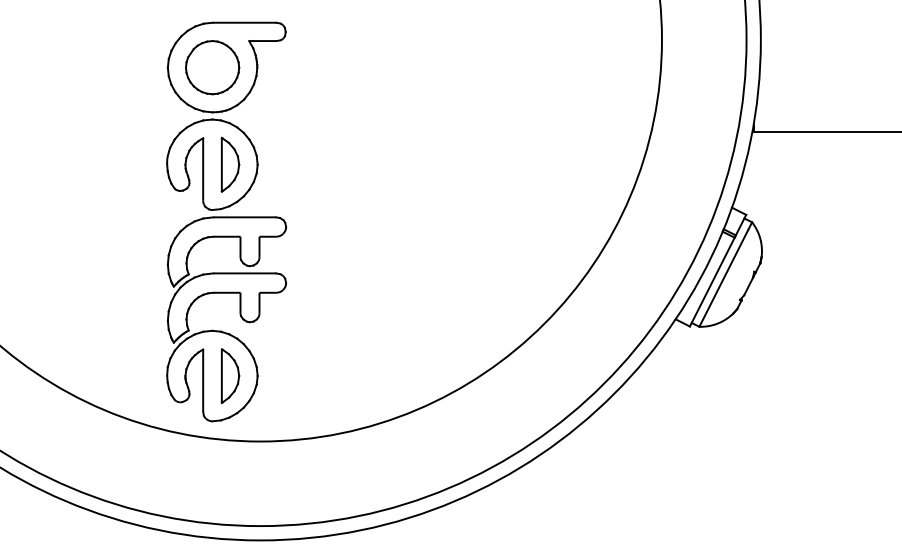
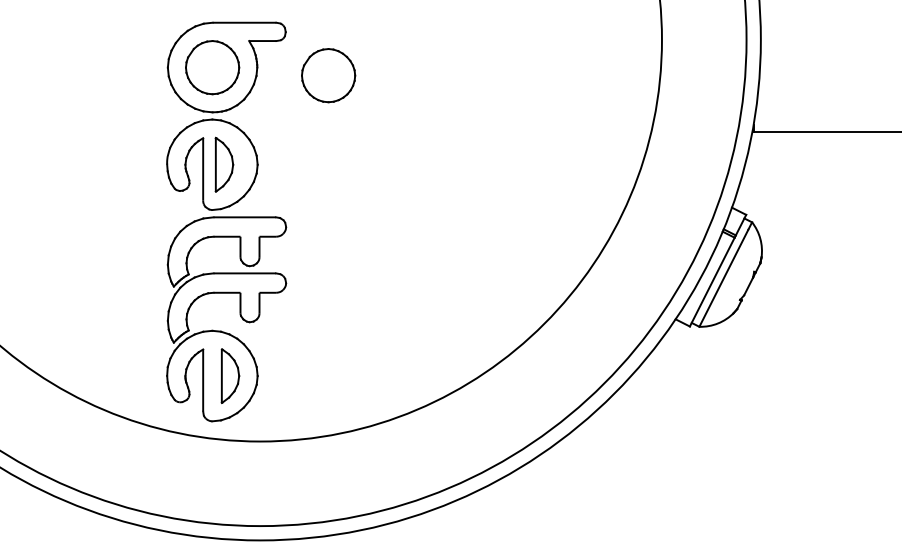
part at (328, 75): none -> present
part at (230, 164) position: (230, 164) -> (224, 164)
